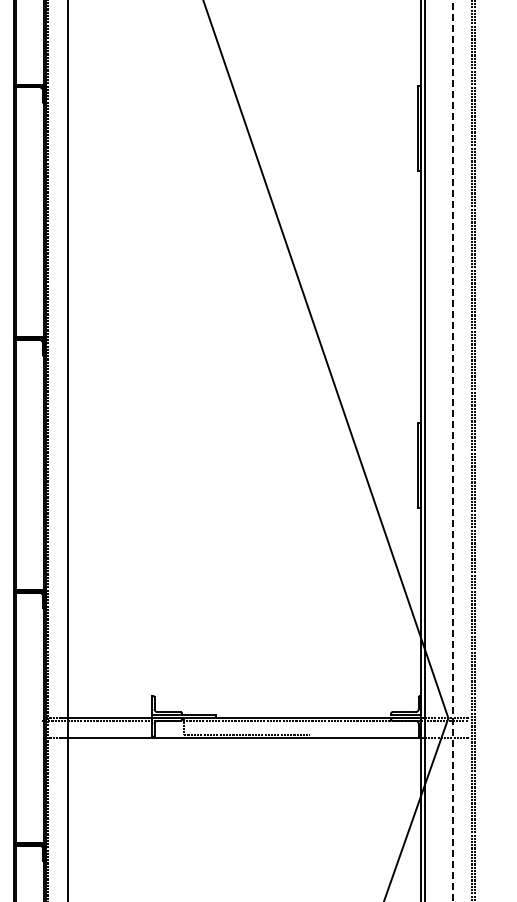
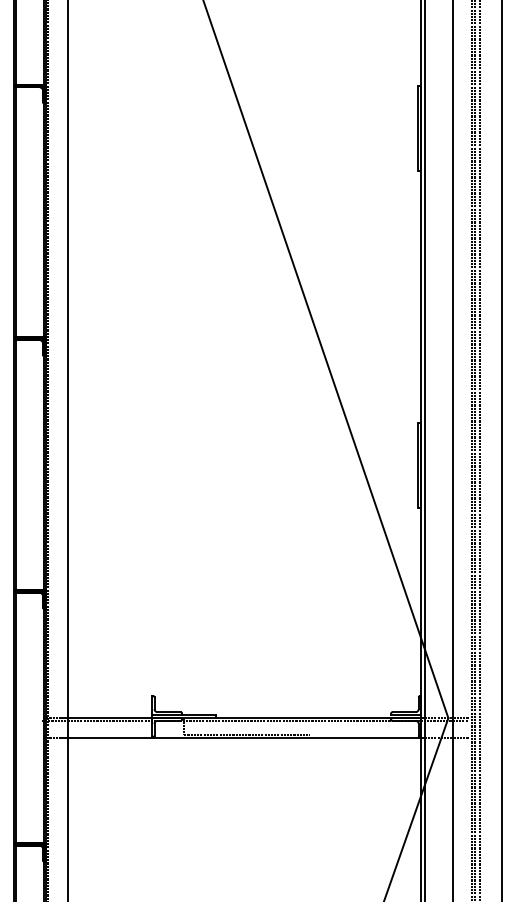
line at (453, 450): dashed -> solid
line at (479, 450): none -> present
line at (501, 450): none -> present
